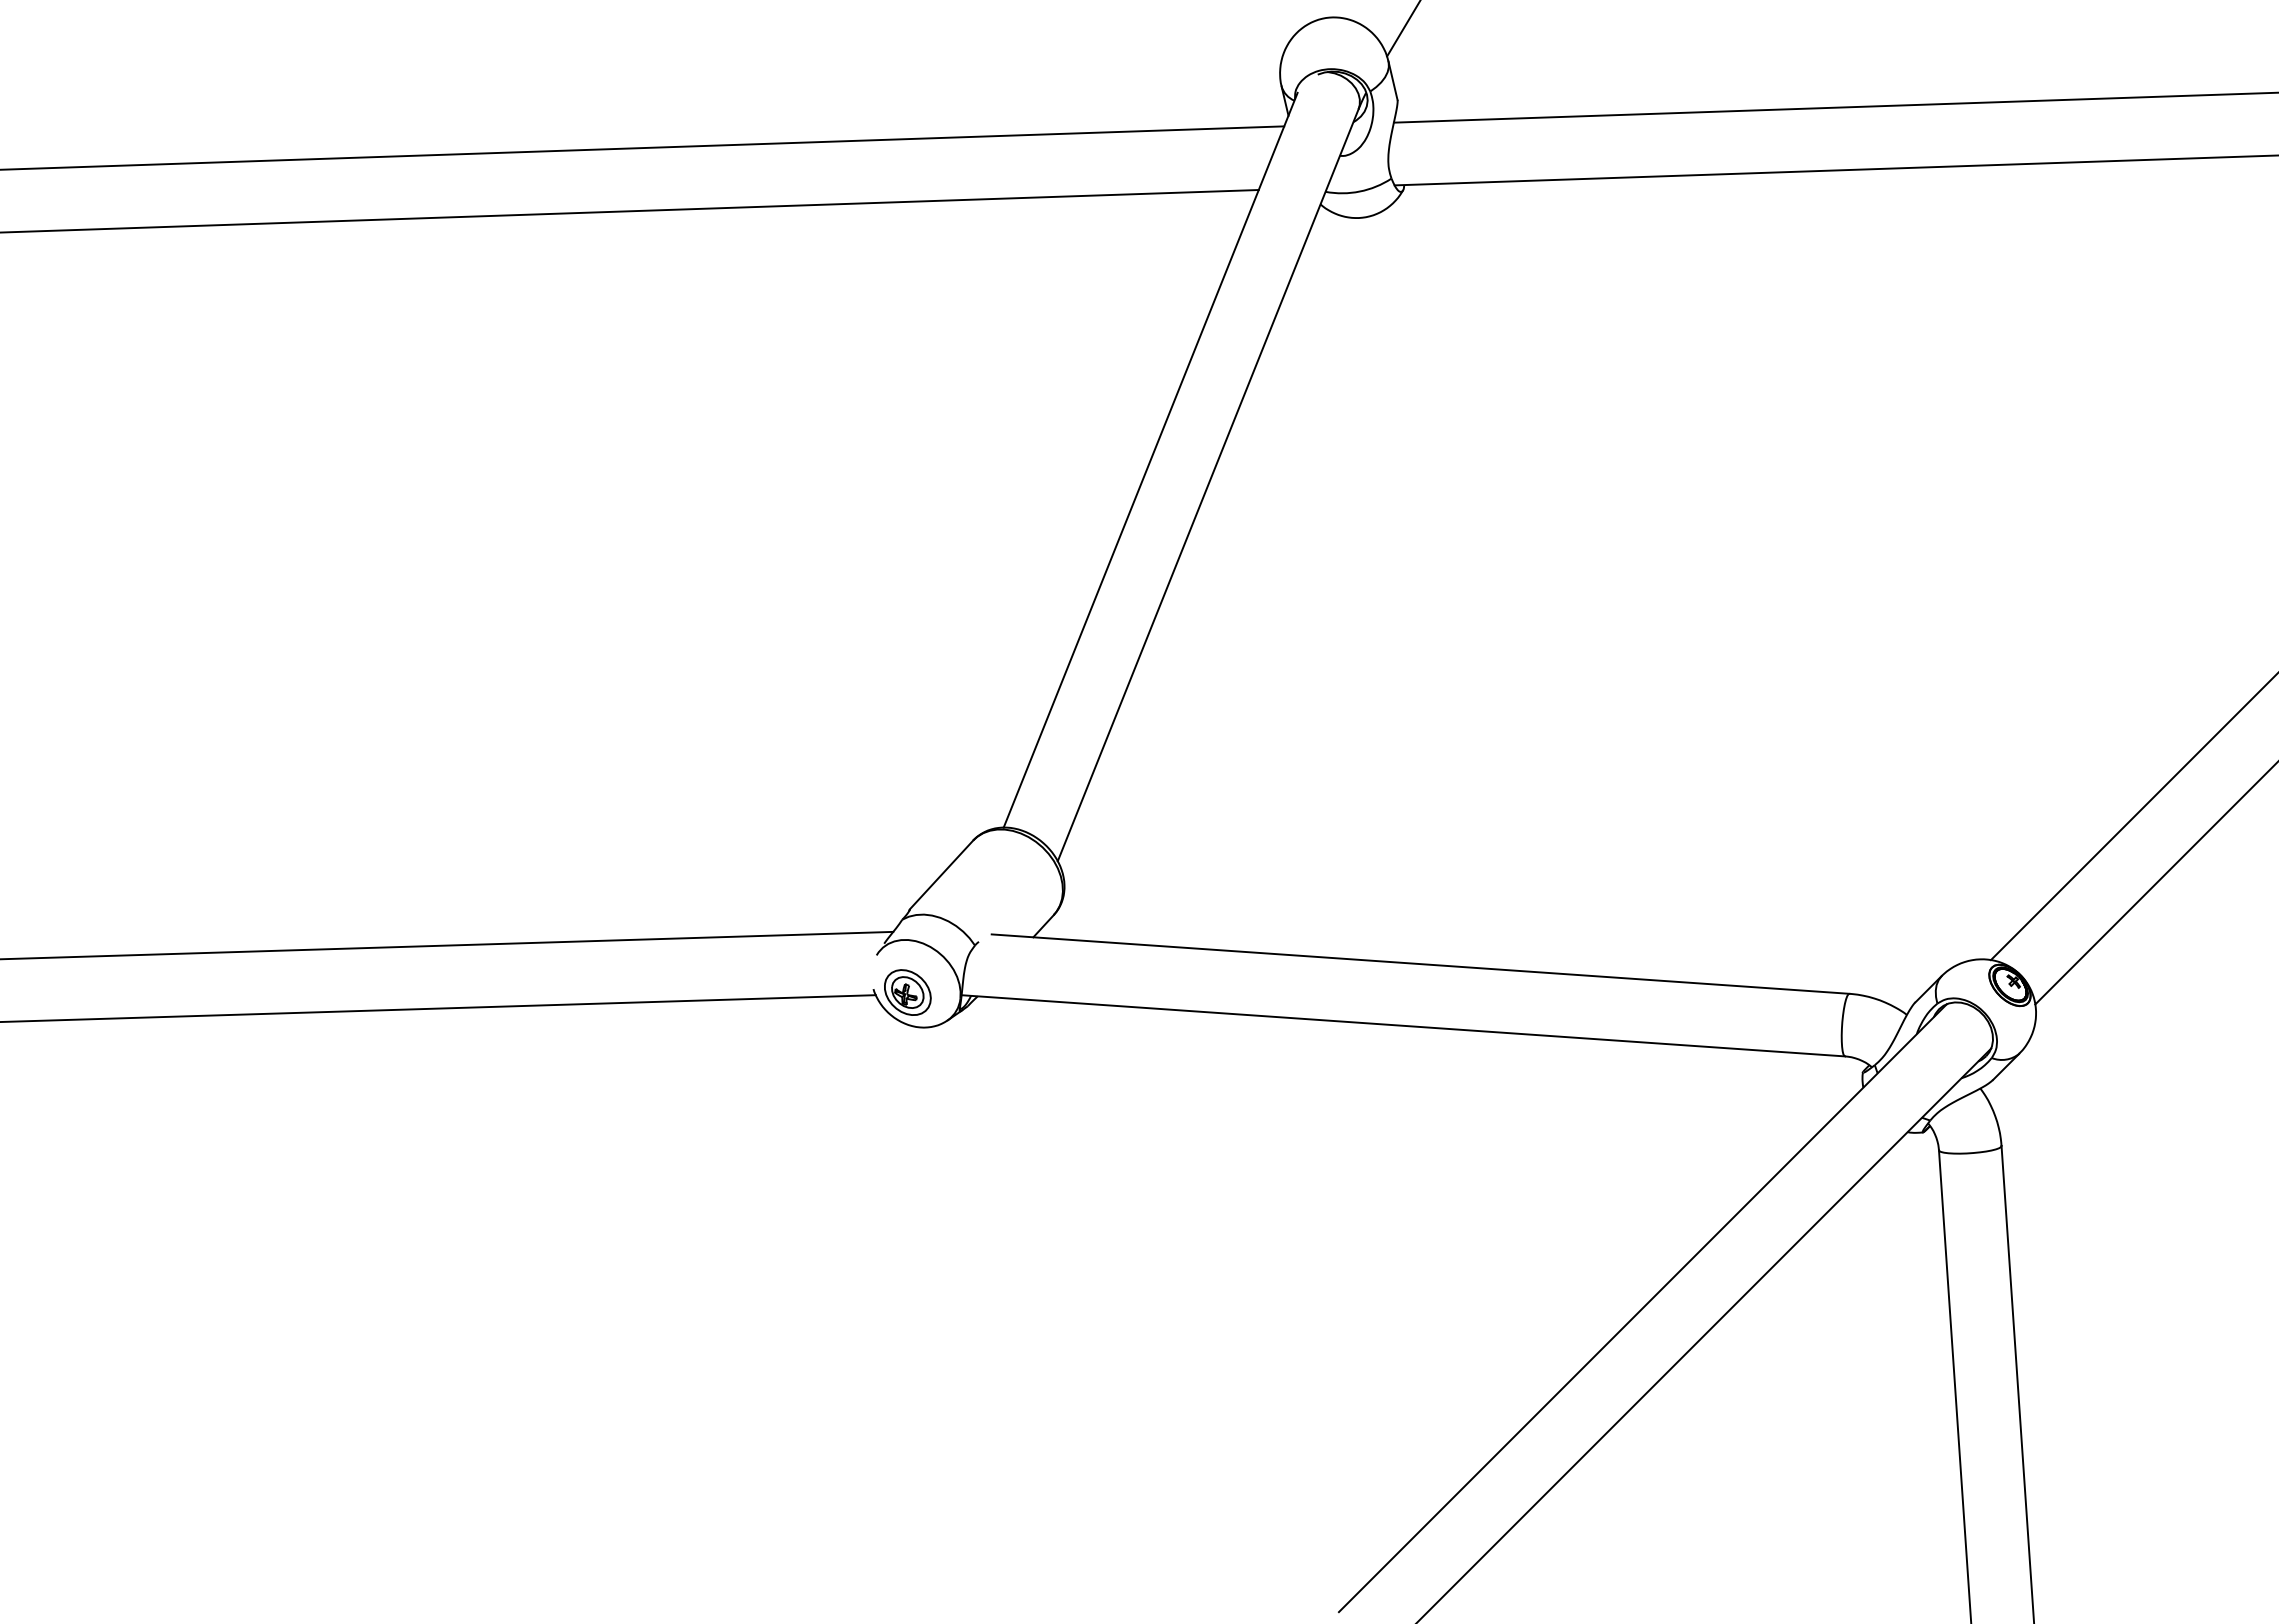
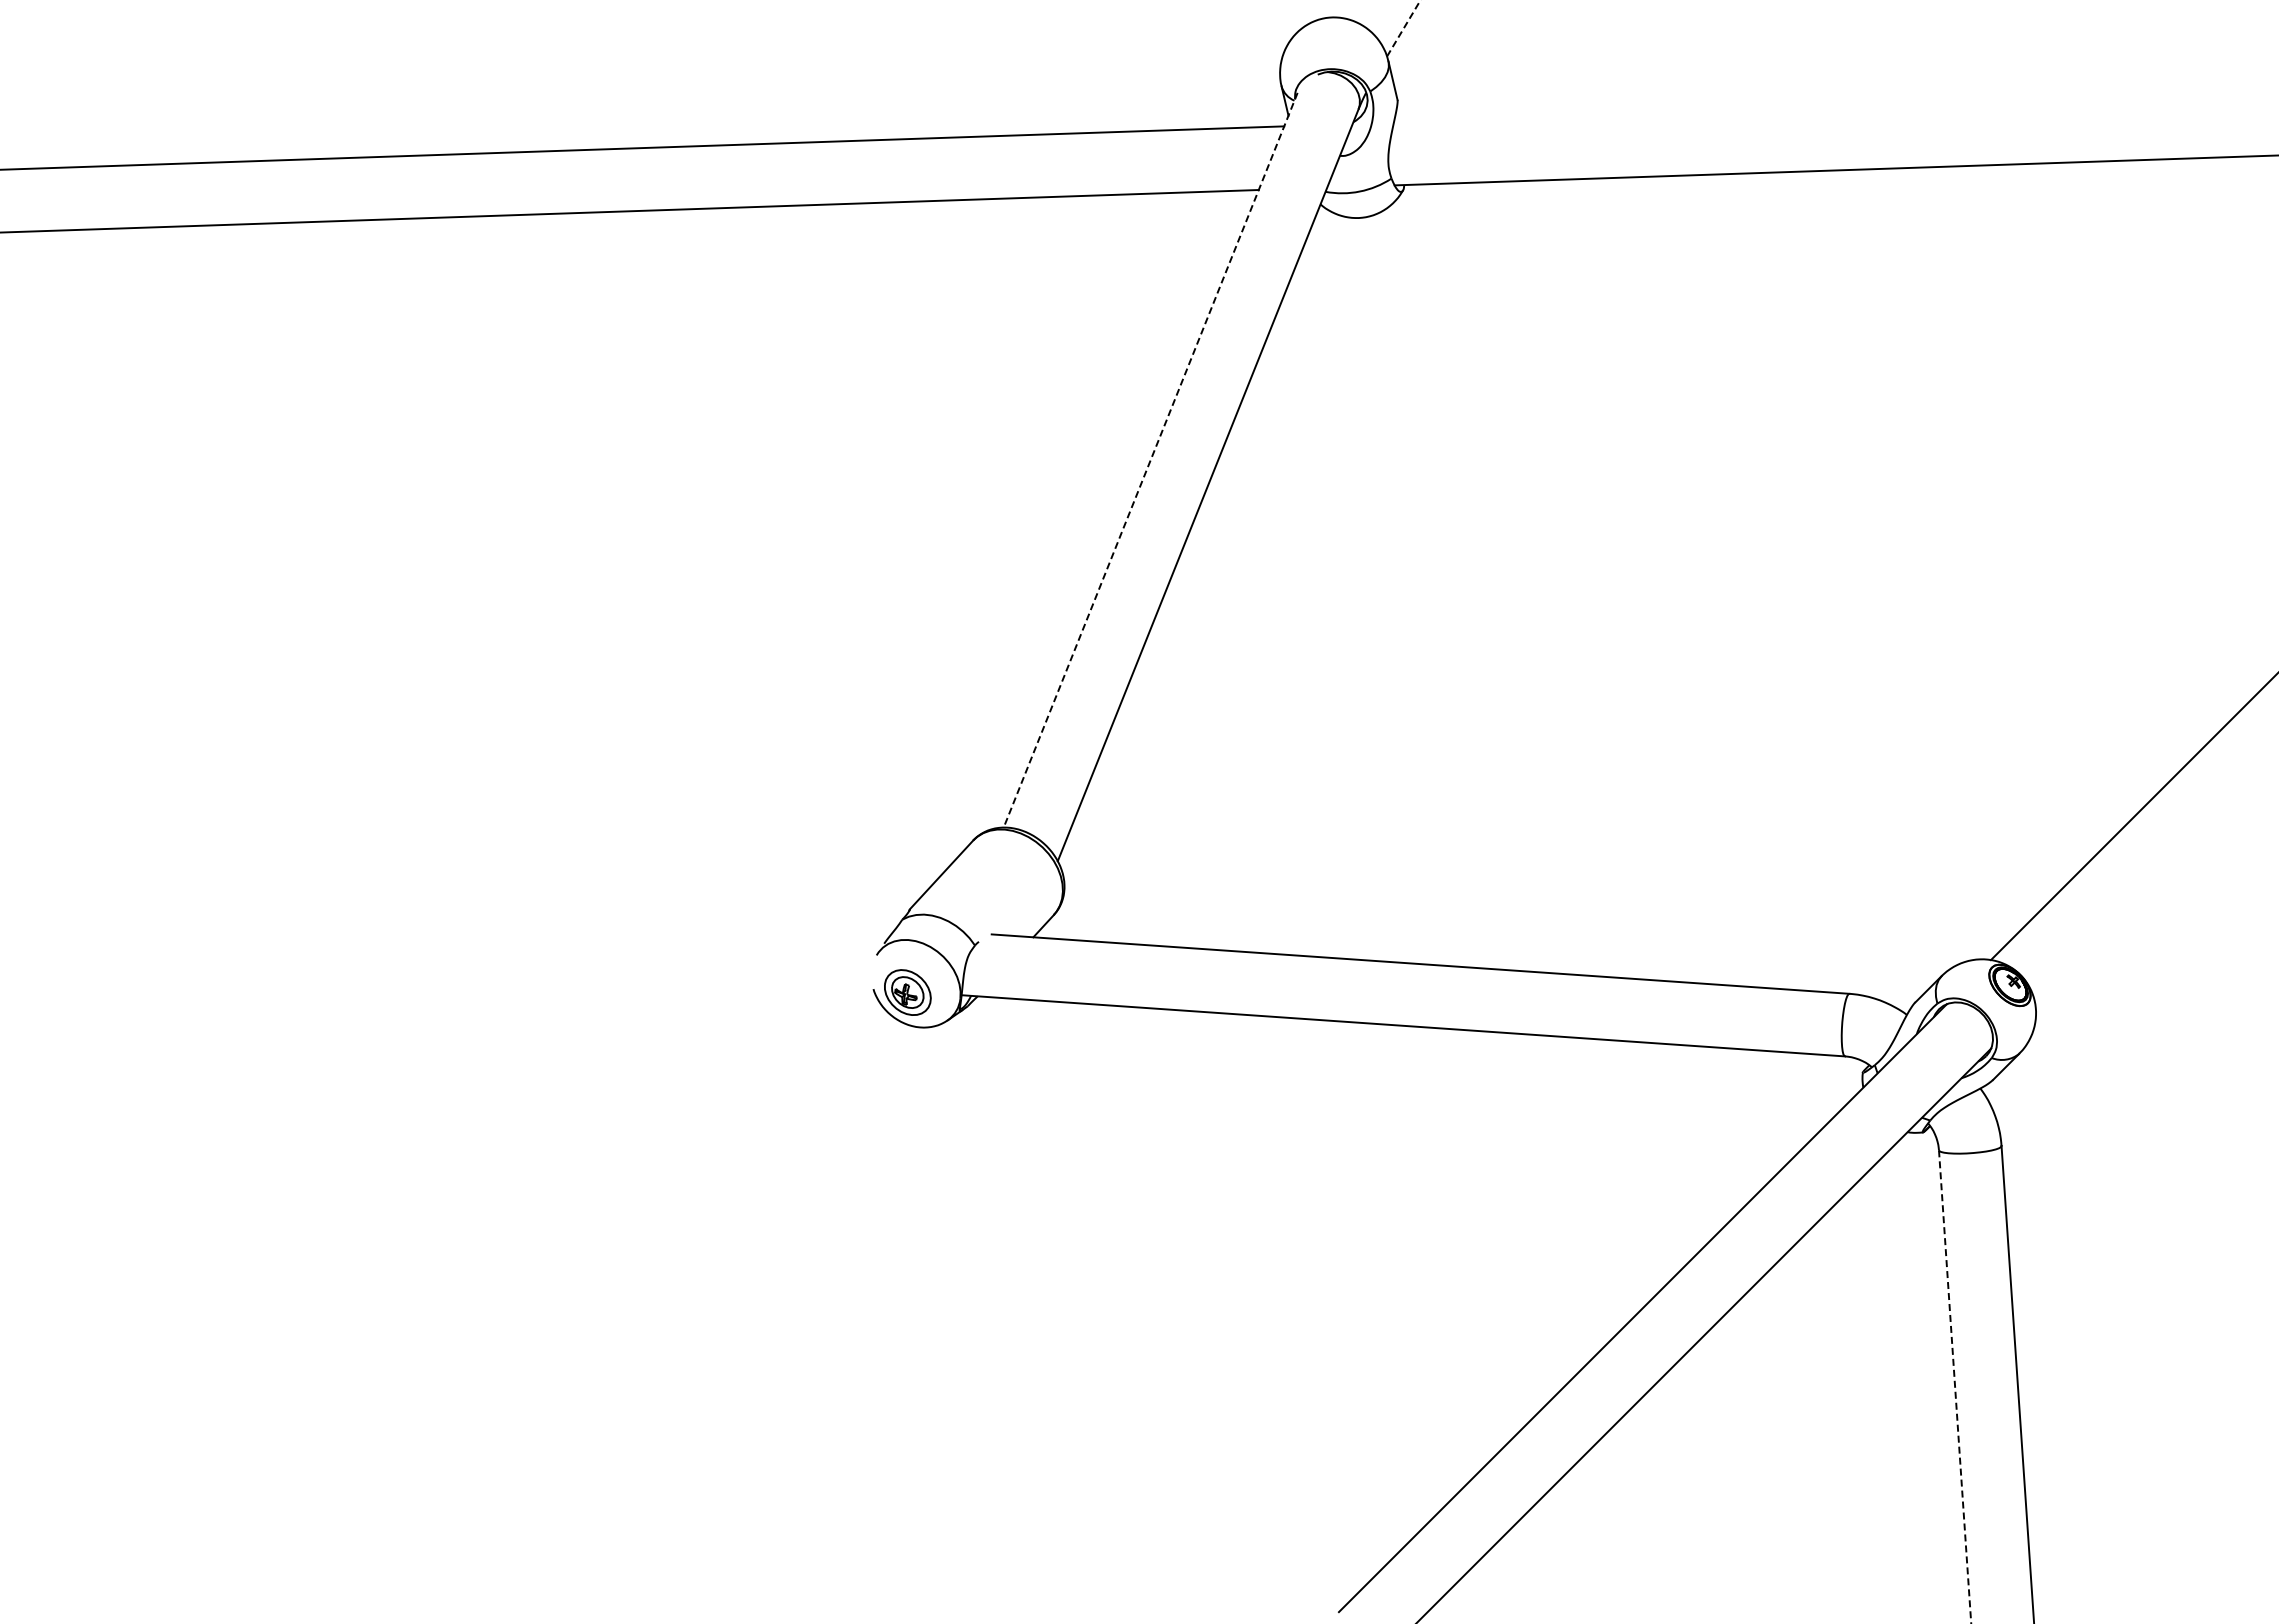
line at (1403, 28): solid -> dashed
line at (1834, 107): present -> none
line at (1150, 460): solid -> dashed
line at (2155, 883): present -> none
line at (447, 945): present -> none
line at (438, 1008): present -> none
line at (1955, 1386): solid -> dashed
